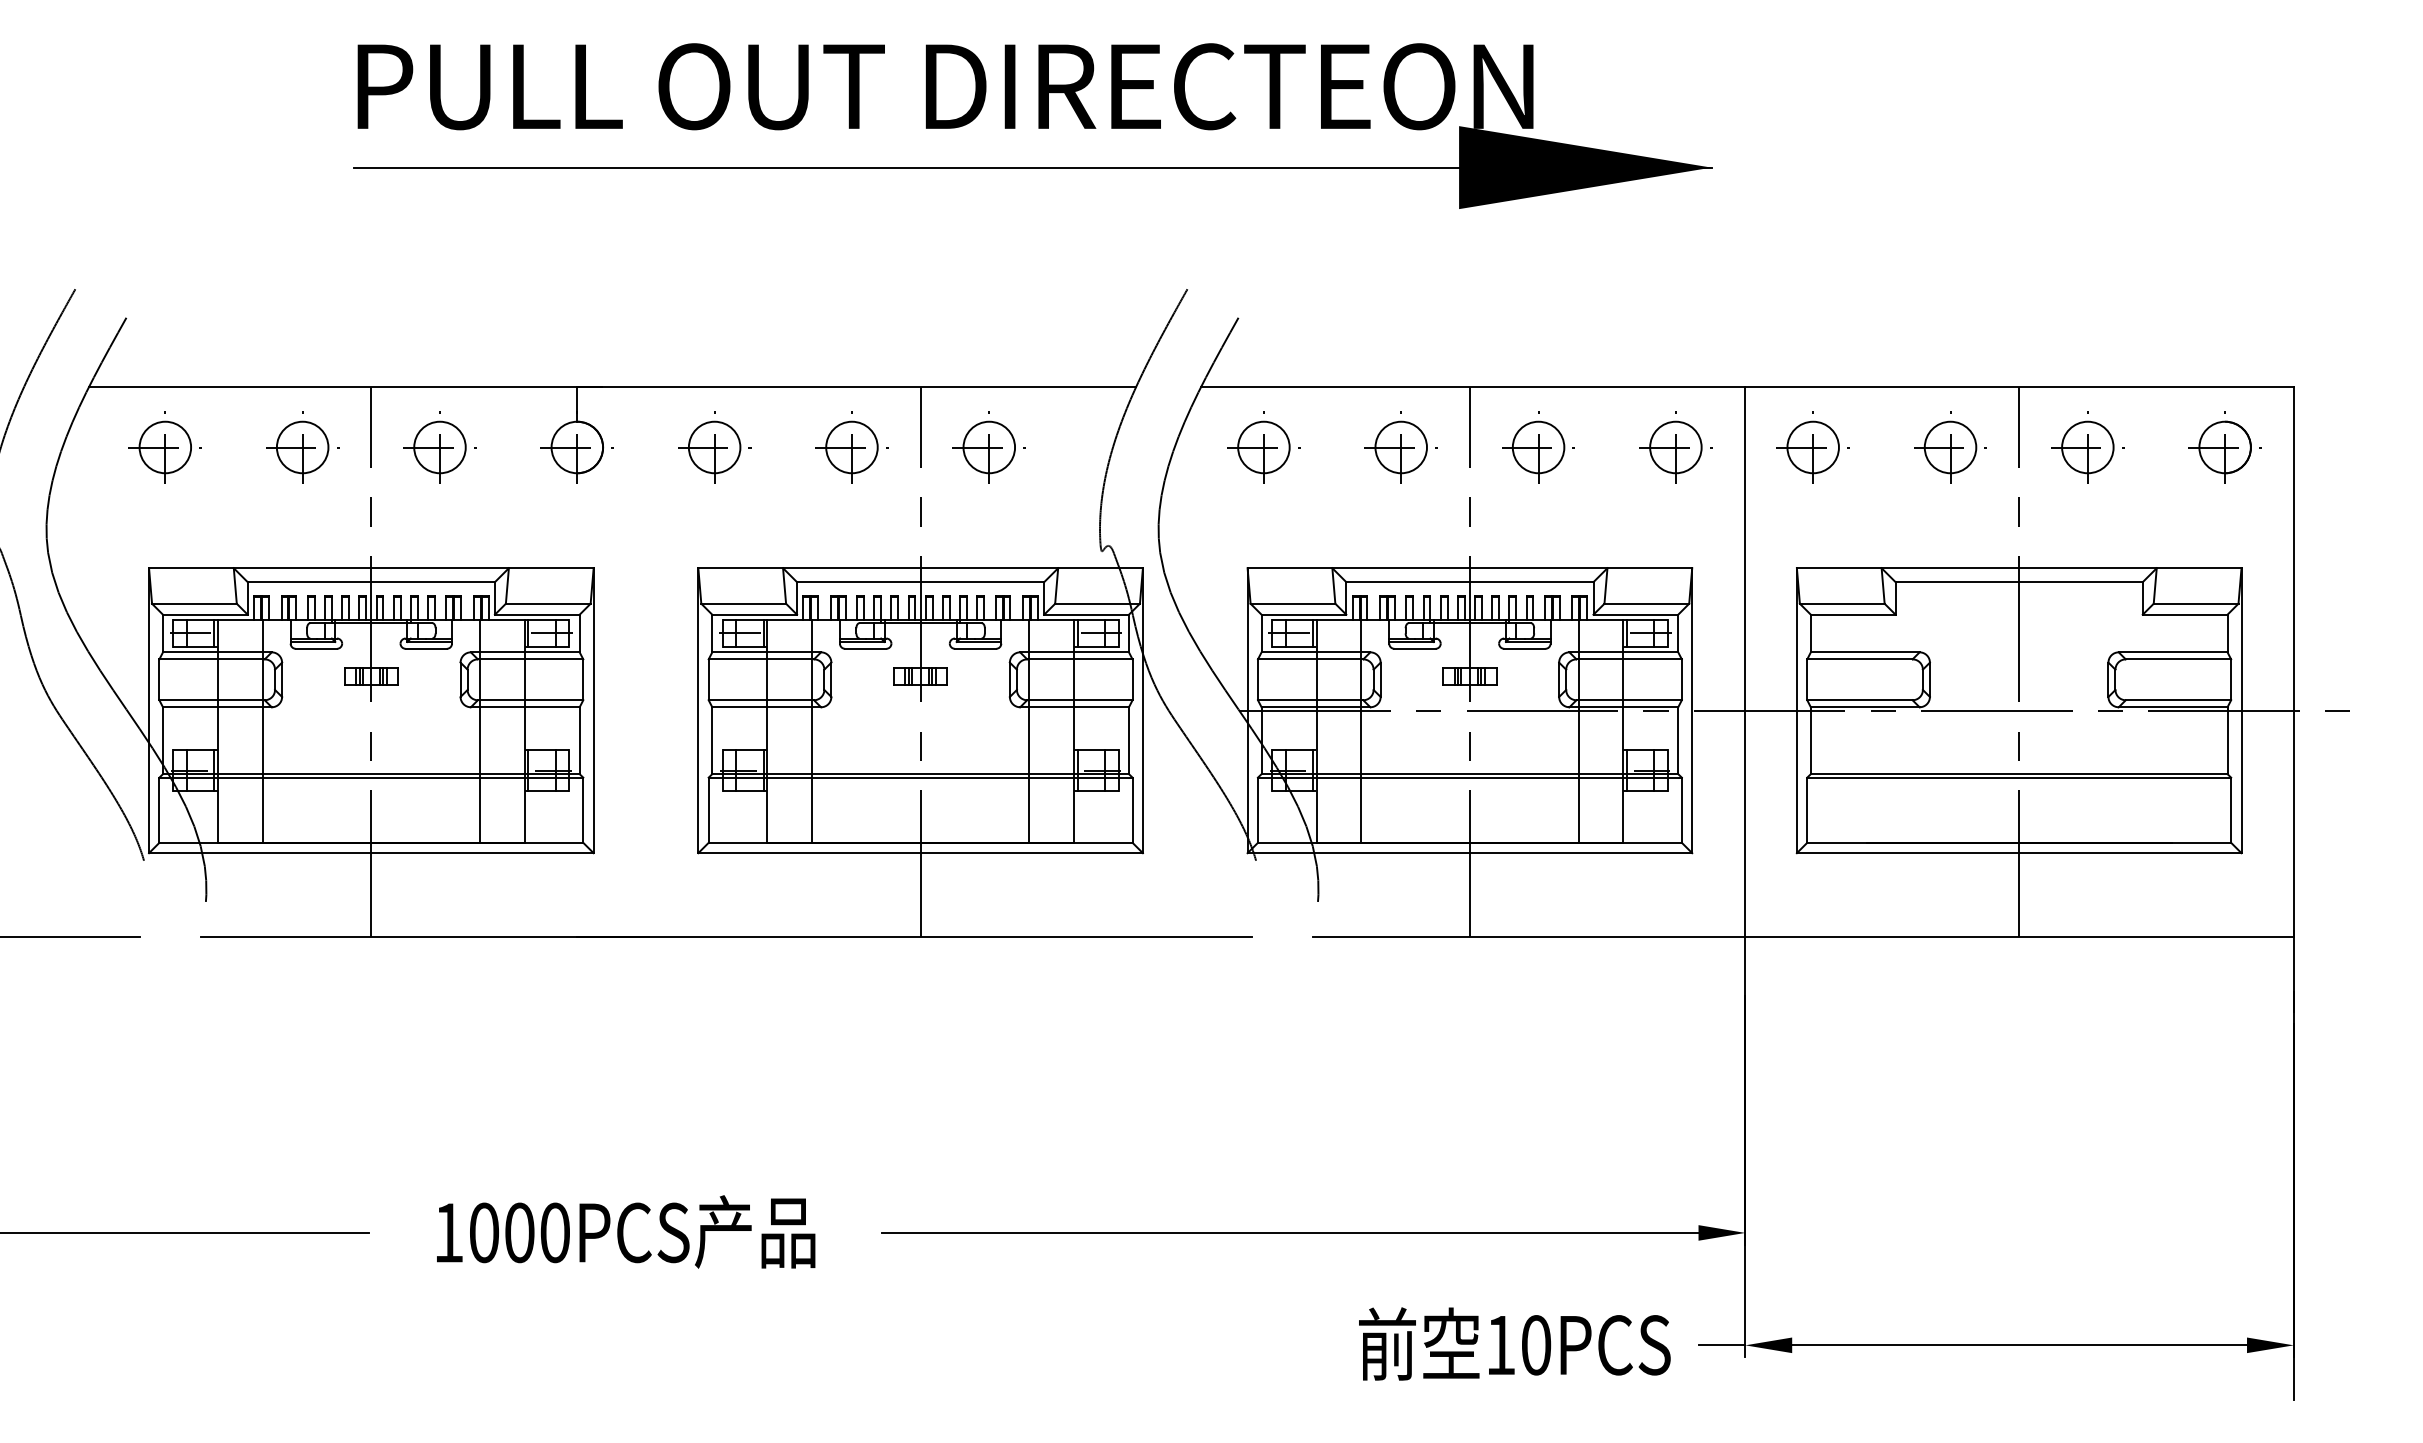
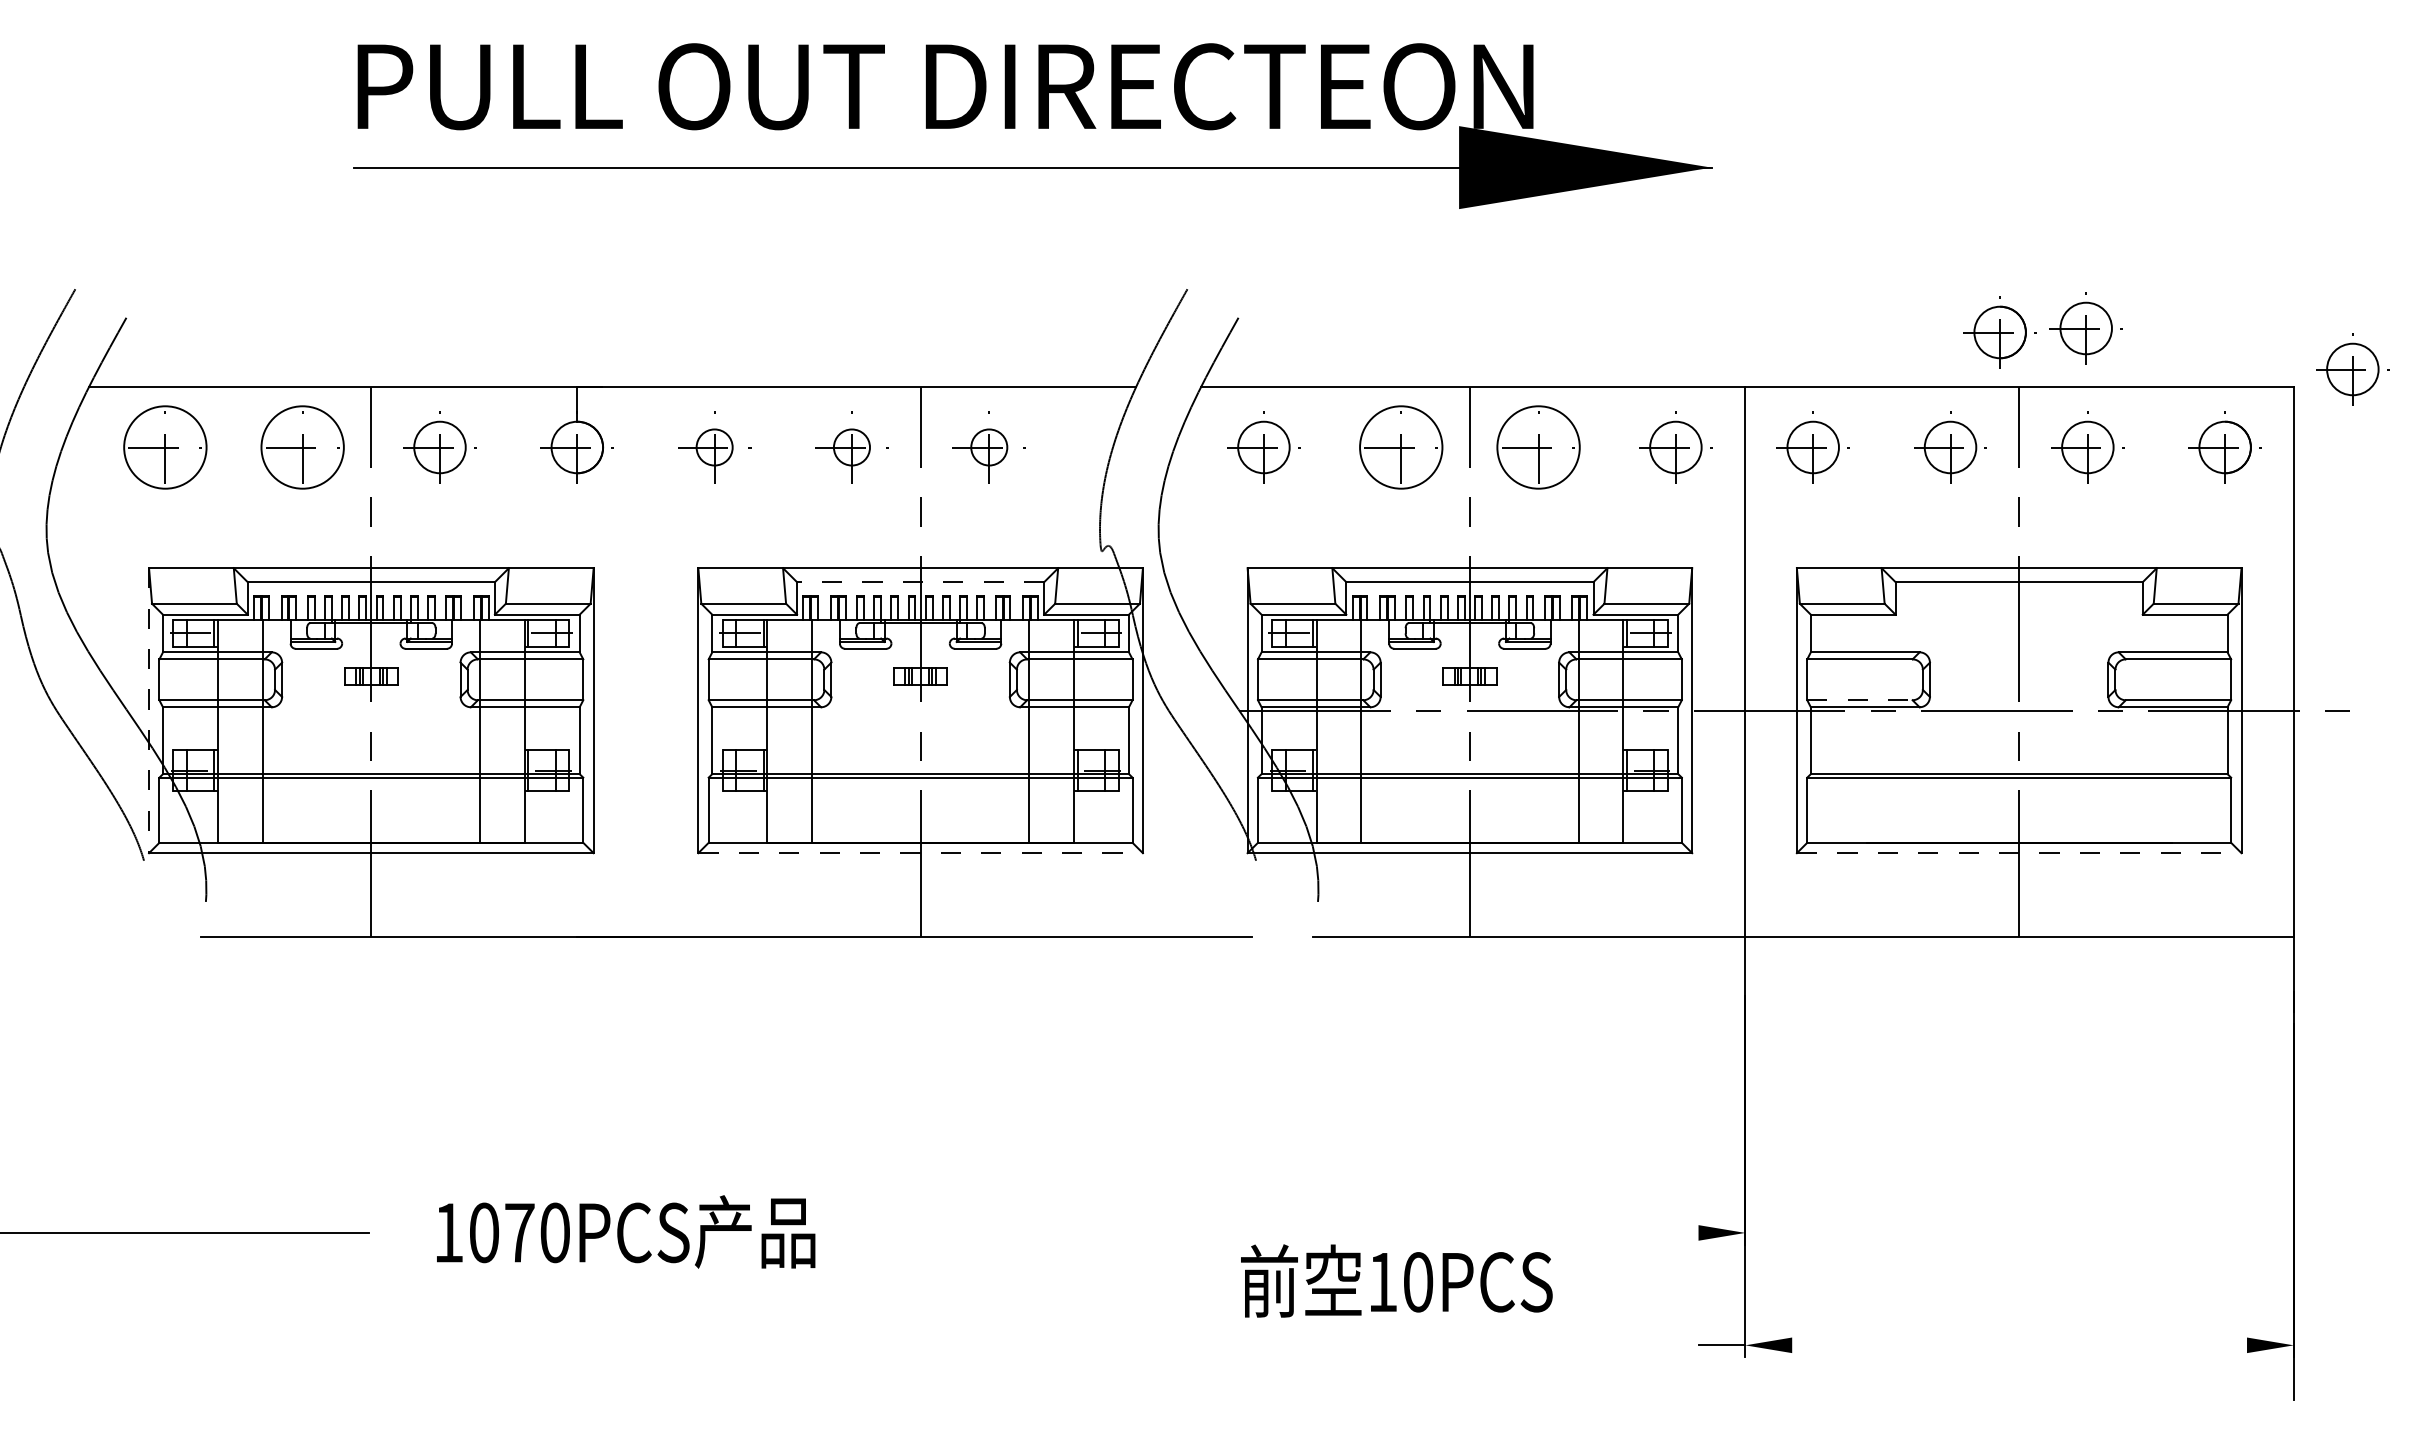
part at (2085, 328): none -> present
part at (1999, 332): none -> present
part at (2352, 369): none -> present
circle at (165, 447) diameter: 52 px -> 82 px
circle at (302, 447) diameter: 52 px -> 82 px
circle at (714, 447) diameter: 52 px -> 36 px
circle at (851, 447) diameter: 52 px -> 36 px
circle at (989, 447) diameter: 52 px -> 36 px
circle at (1401, 447) diameter: 52 px -> 82 px
circle at (1538, 447) diameter: 52 px -> 82 px
line at (920, 582): solid -> dashed
line at (1859, 700): solid -> dashed
line at (149, 711): solid -> dashed
line at (921, 853): solid -> dashed
line at (2019, 853): solid -> dashed
line at (71, 936): present -> none
text at (519, 1232): 1000PCS -> 1070PCS
line at (1290, 1232): present -> none
text at (1514, 1343) position: (1514, 1343) -> (1396, 1280)
line at (2019, 1345): present -> none
